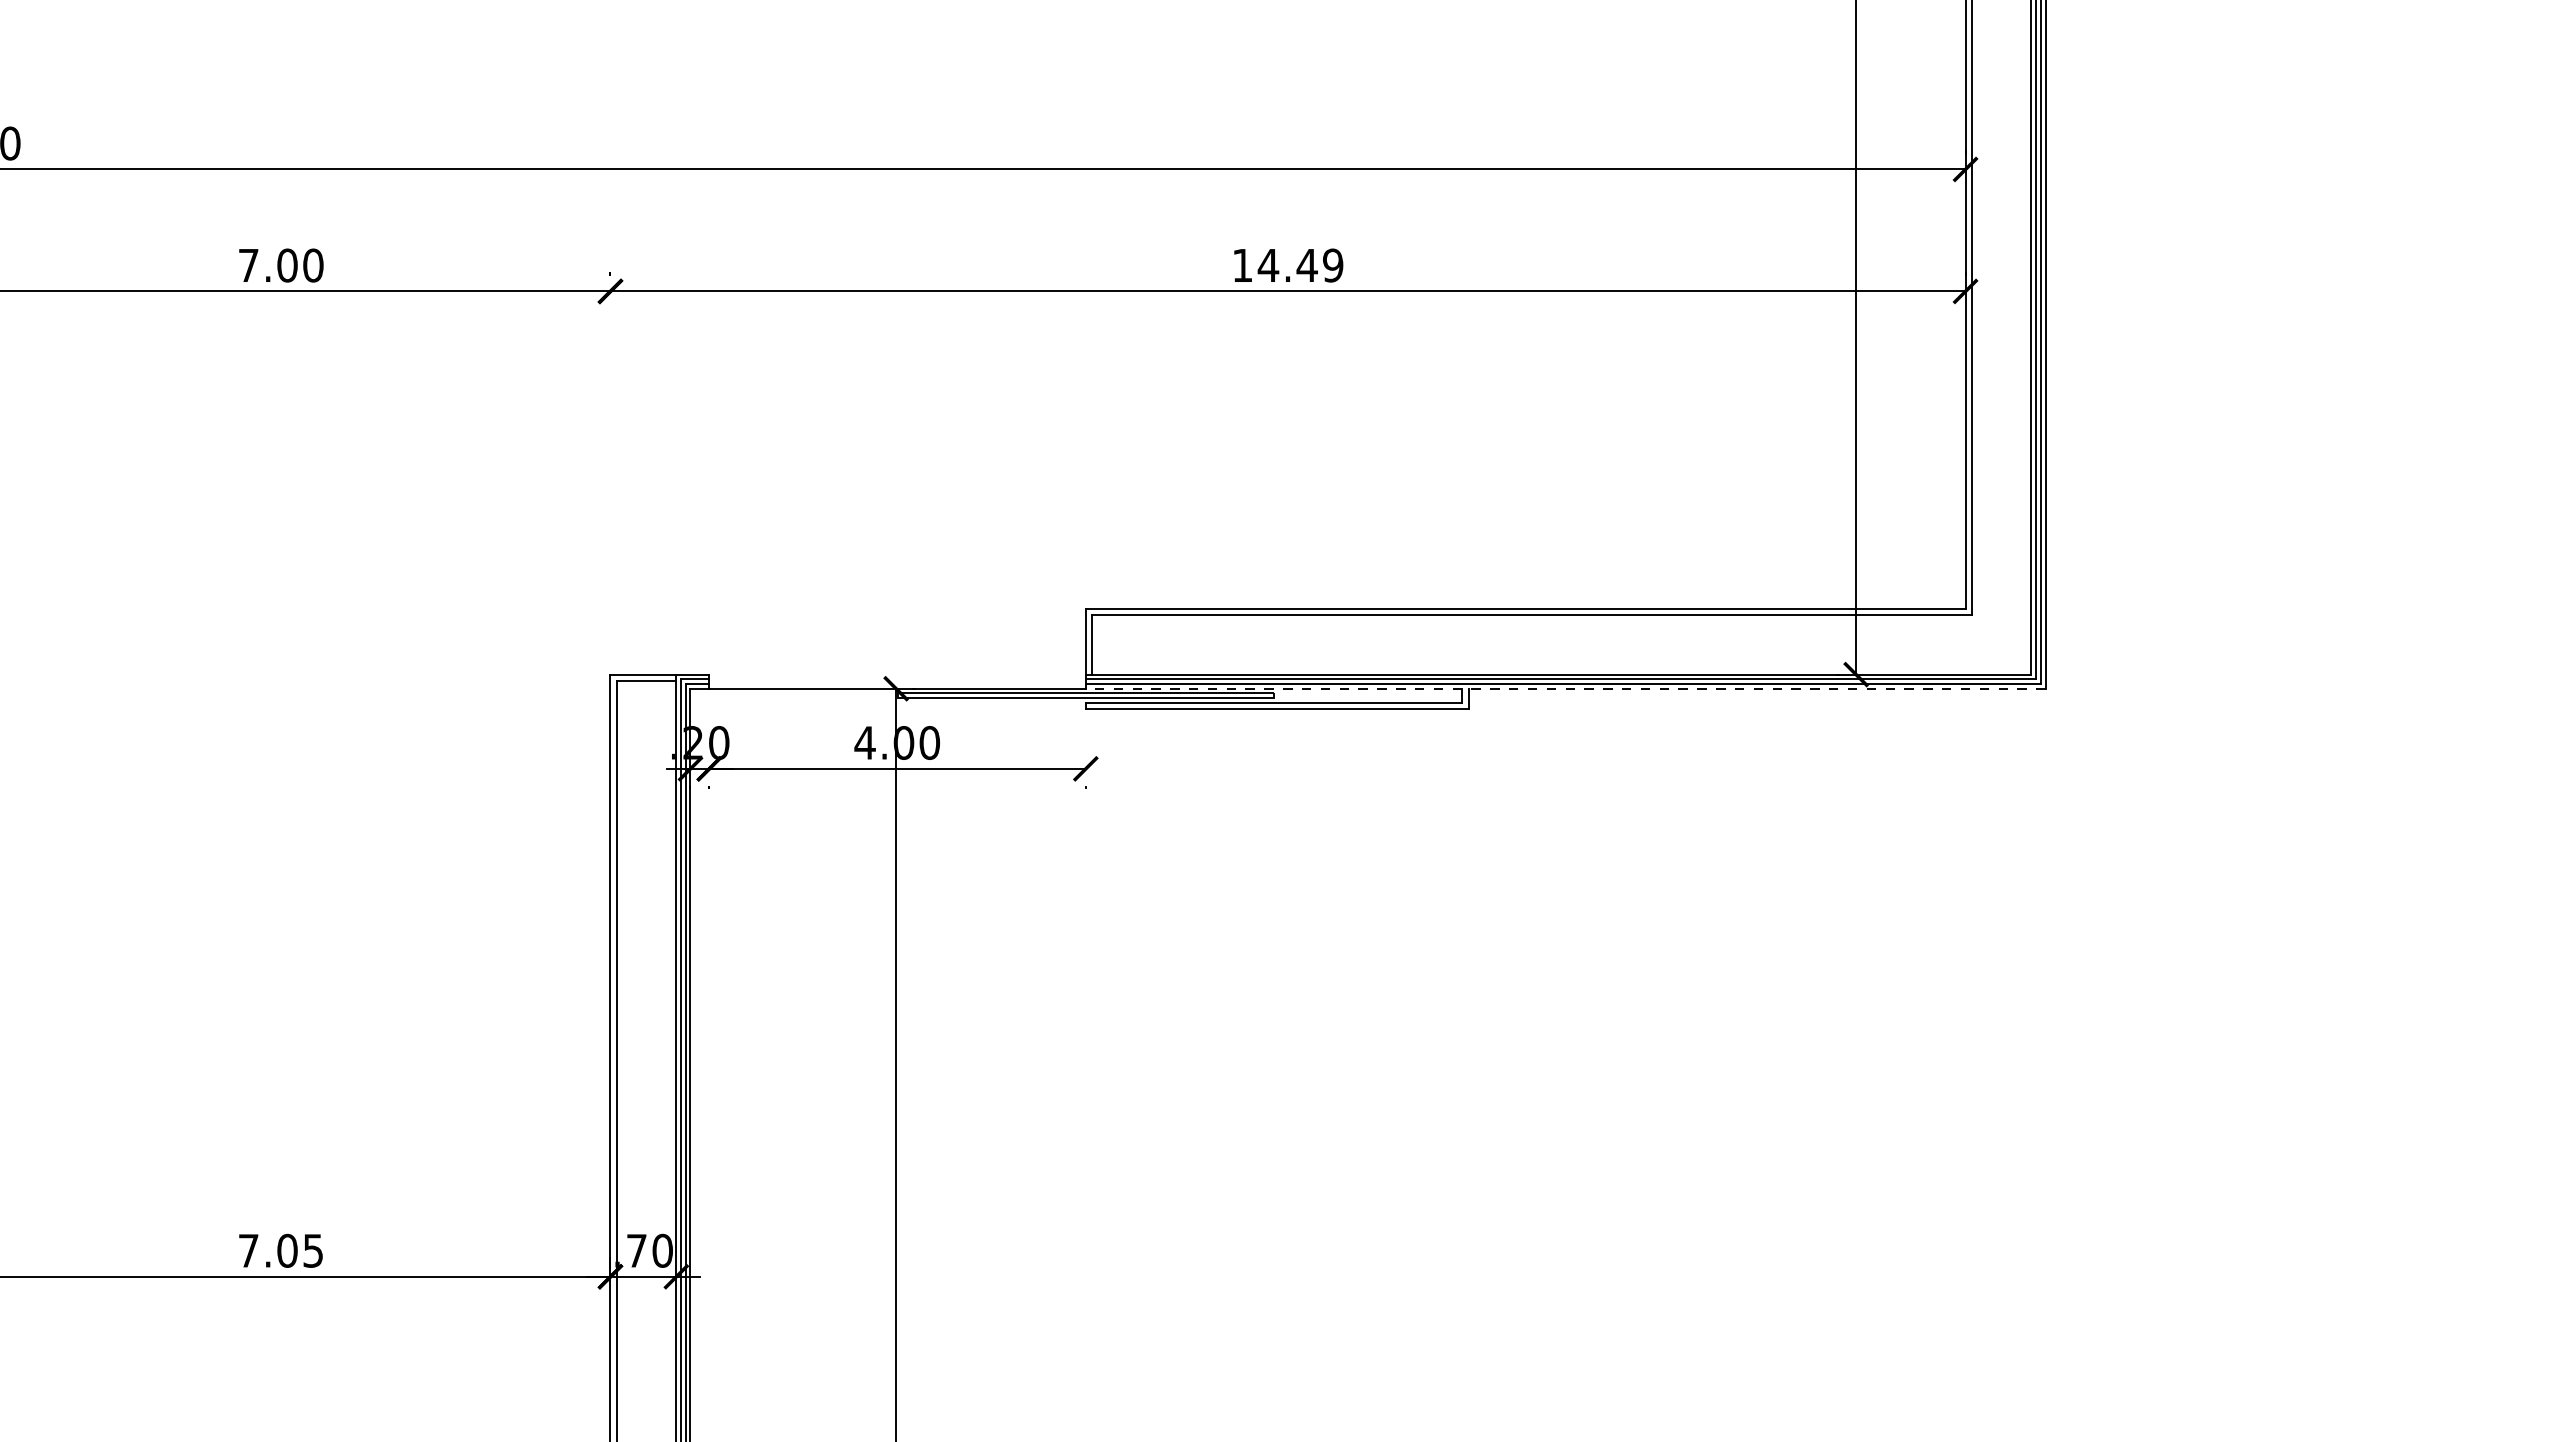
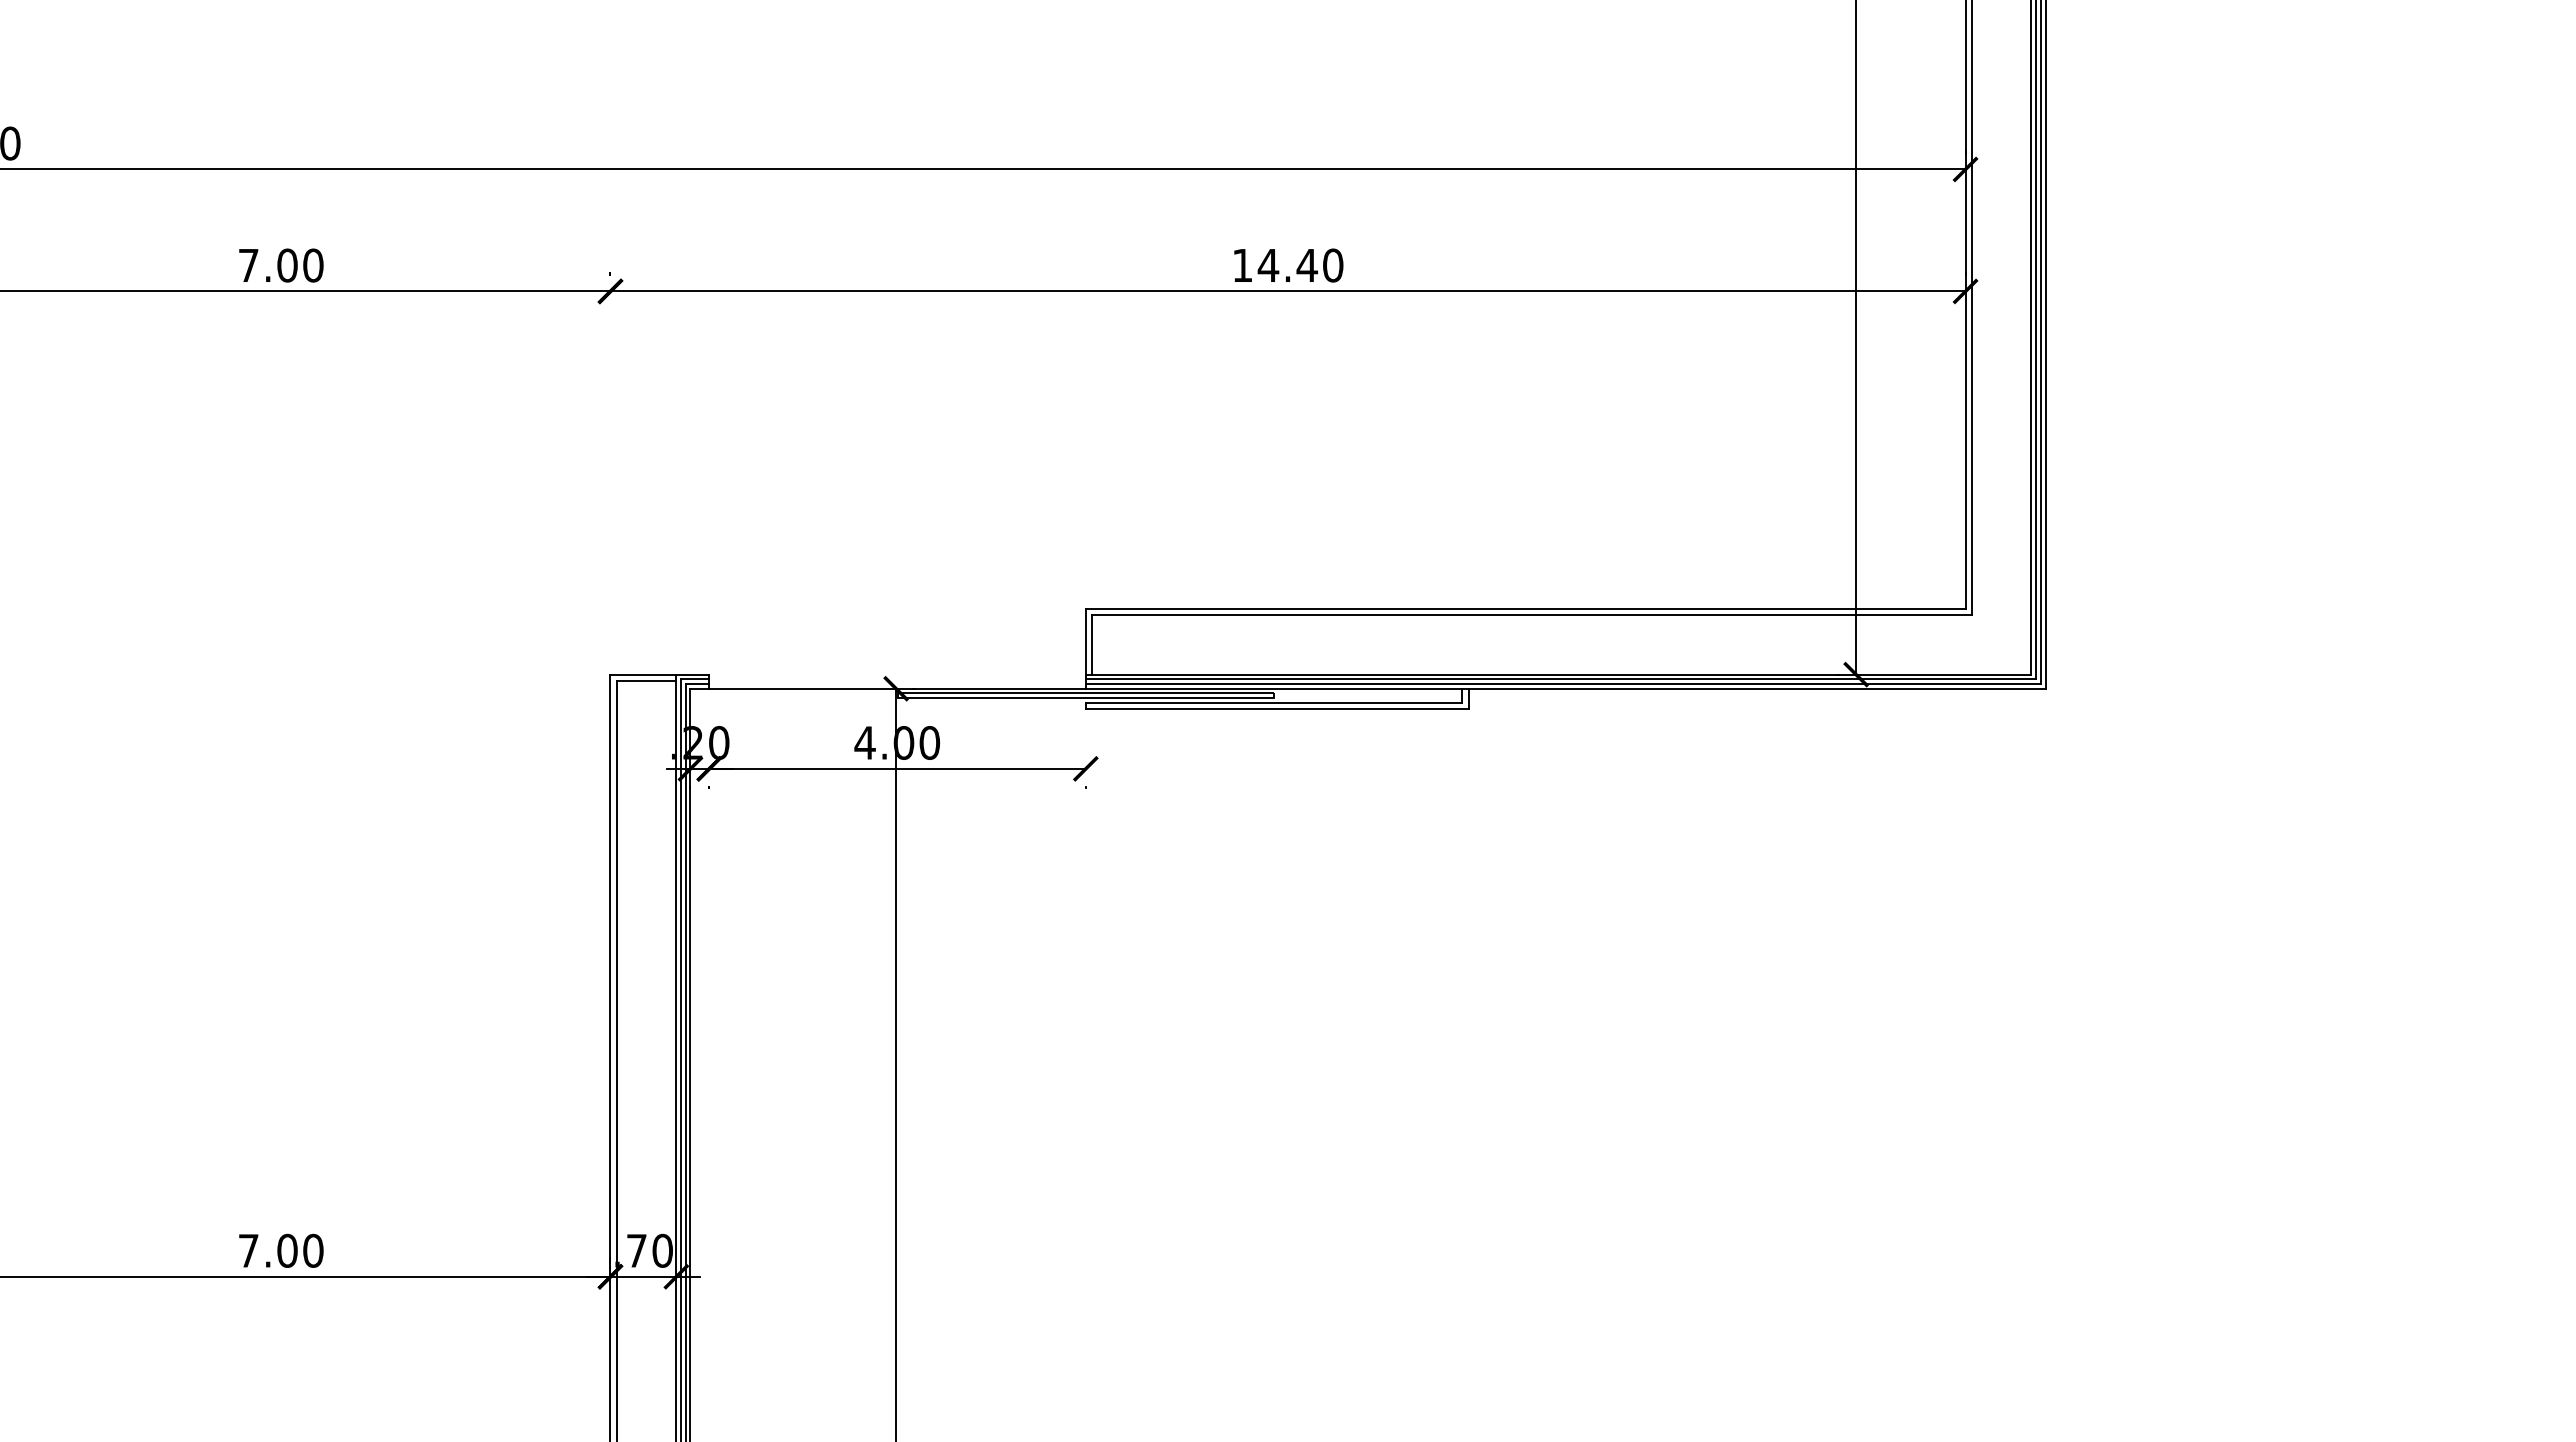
text at (1333, 265): 14.49 -> 14.40
line at (1565, 688): dashed -> solid
text at (313, 1250): 7.05 -> 7.00
